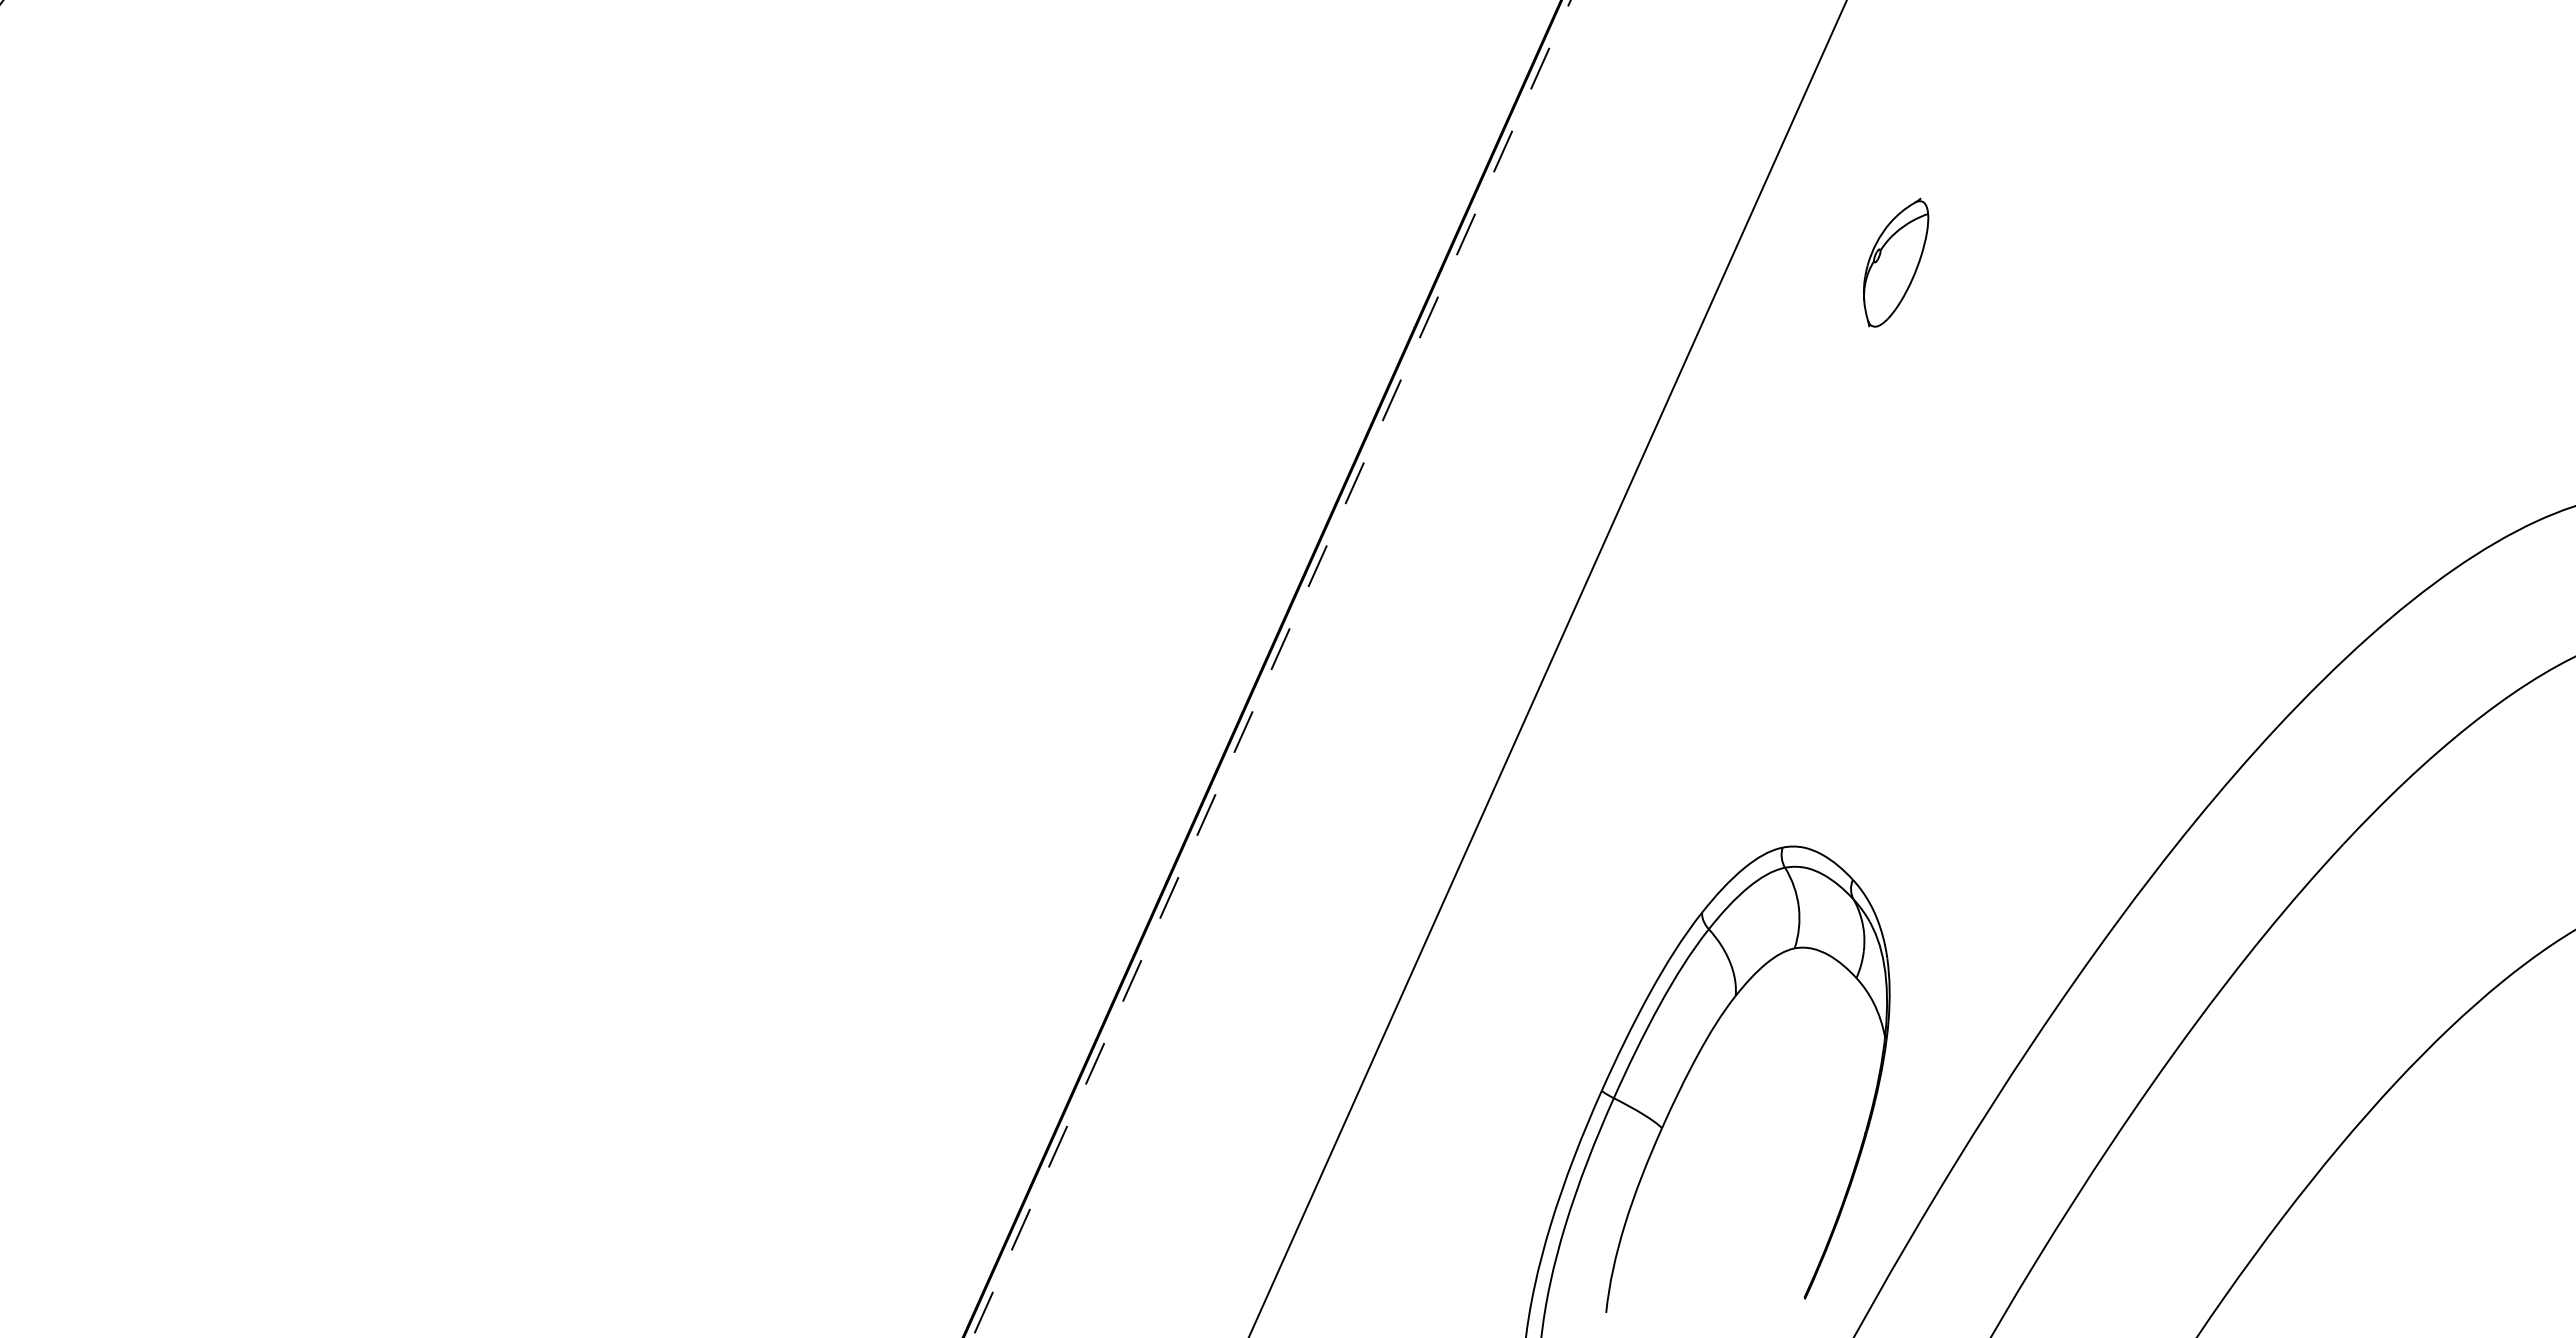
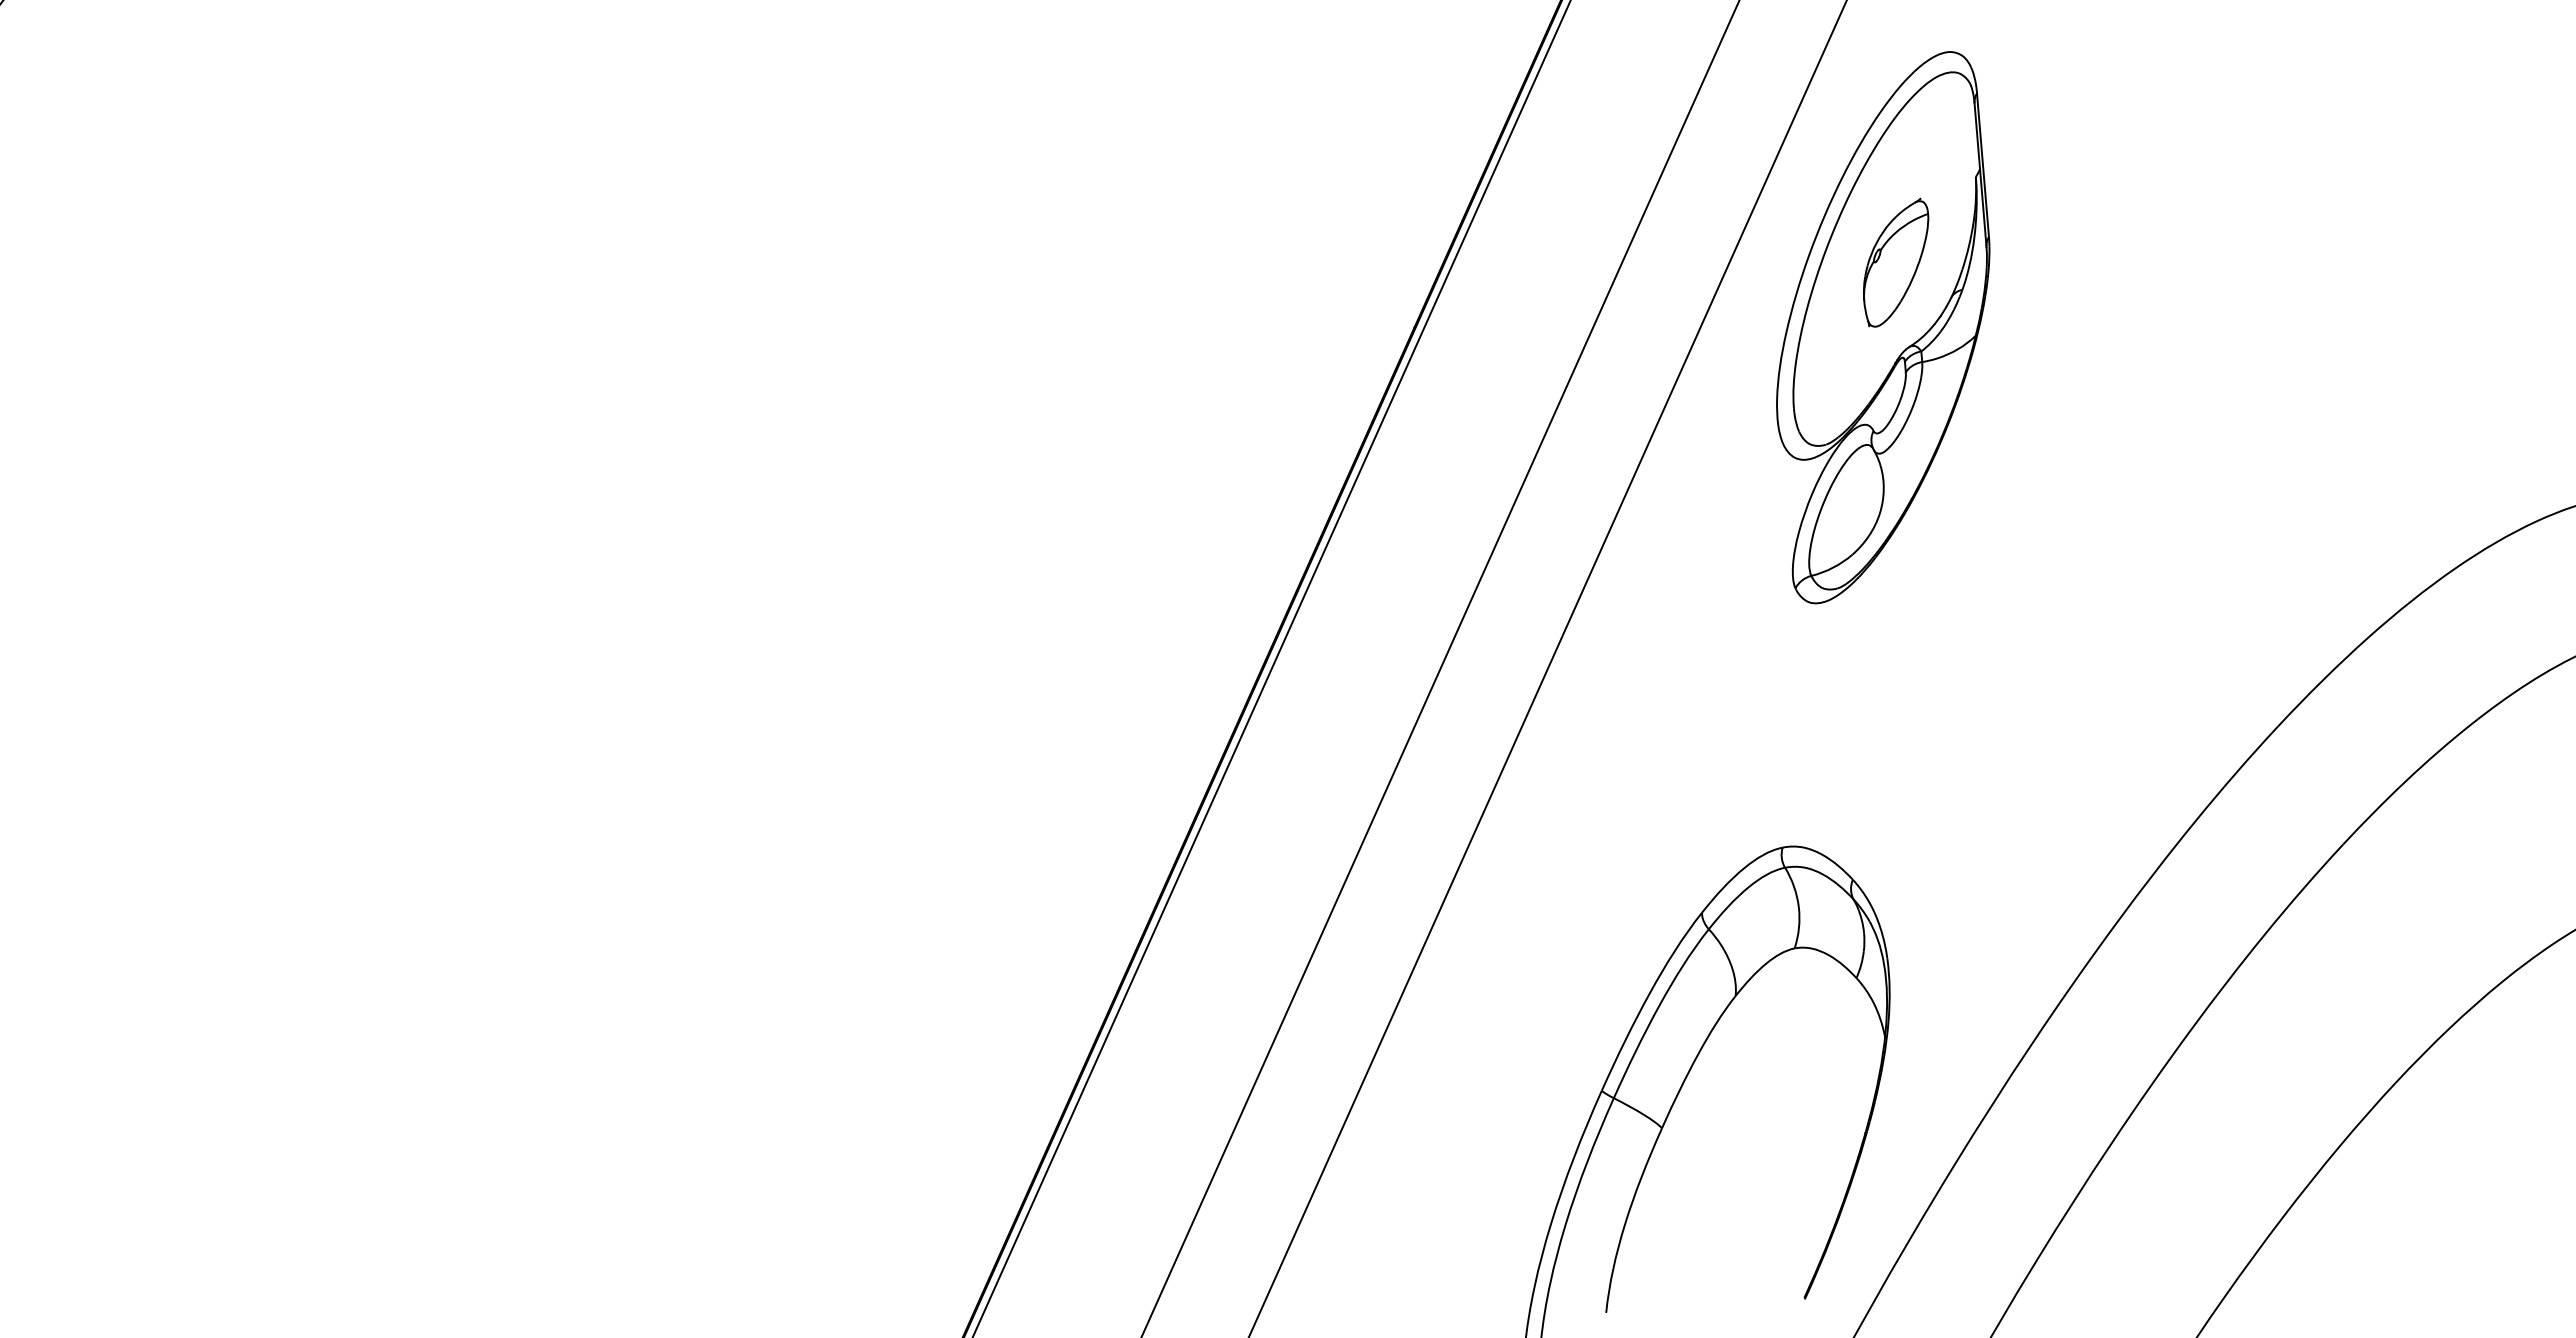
part at (1883, 327): none -> present
line at (1271, 668): dashed -> solid
line at (1440, 668): none -> present
